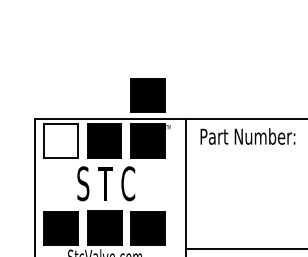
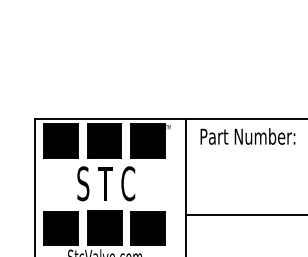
part at (147, 95): present -> none
fill at (60, 140): none -> present
line at (245, 249) position: (245, 249) -> (245, 215)
